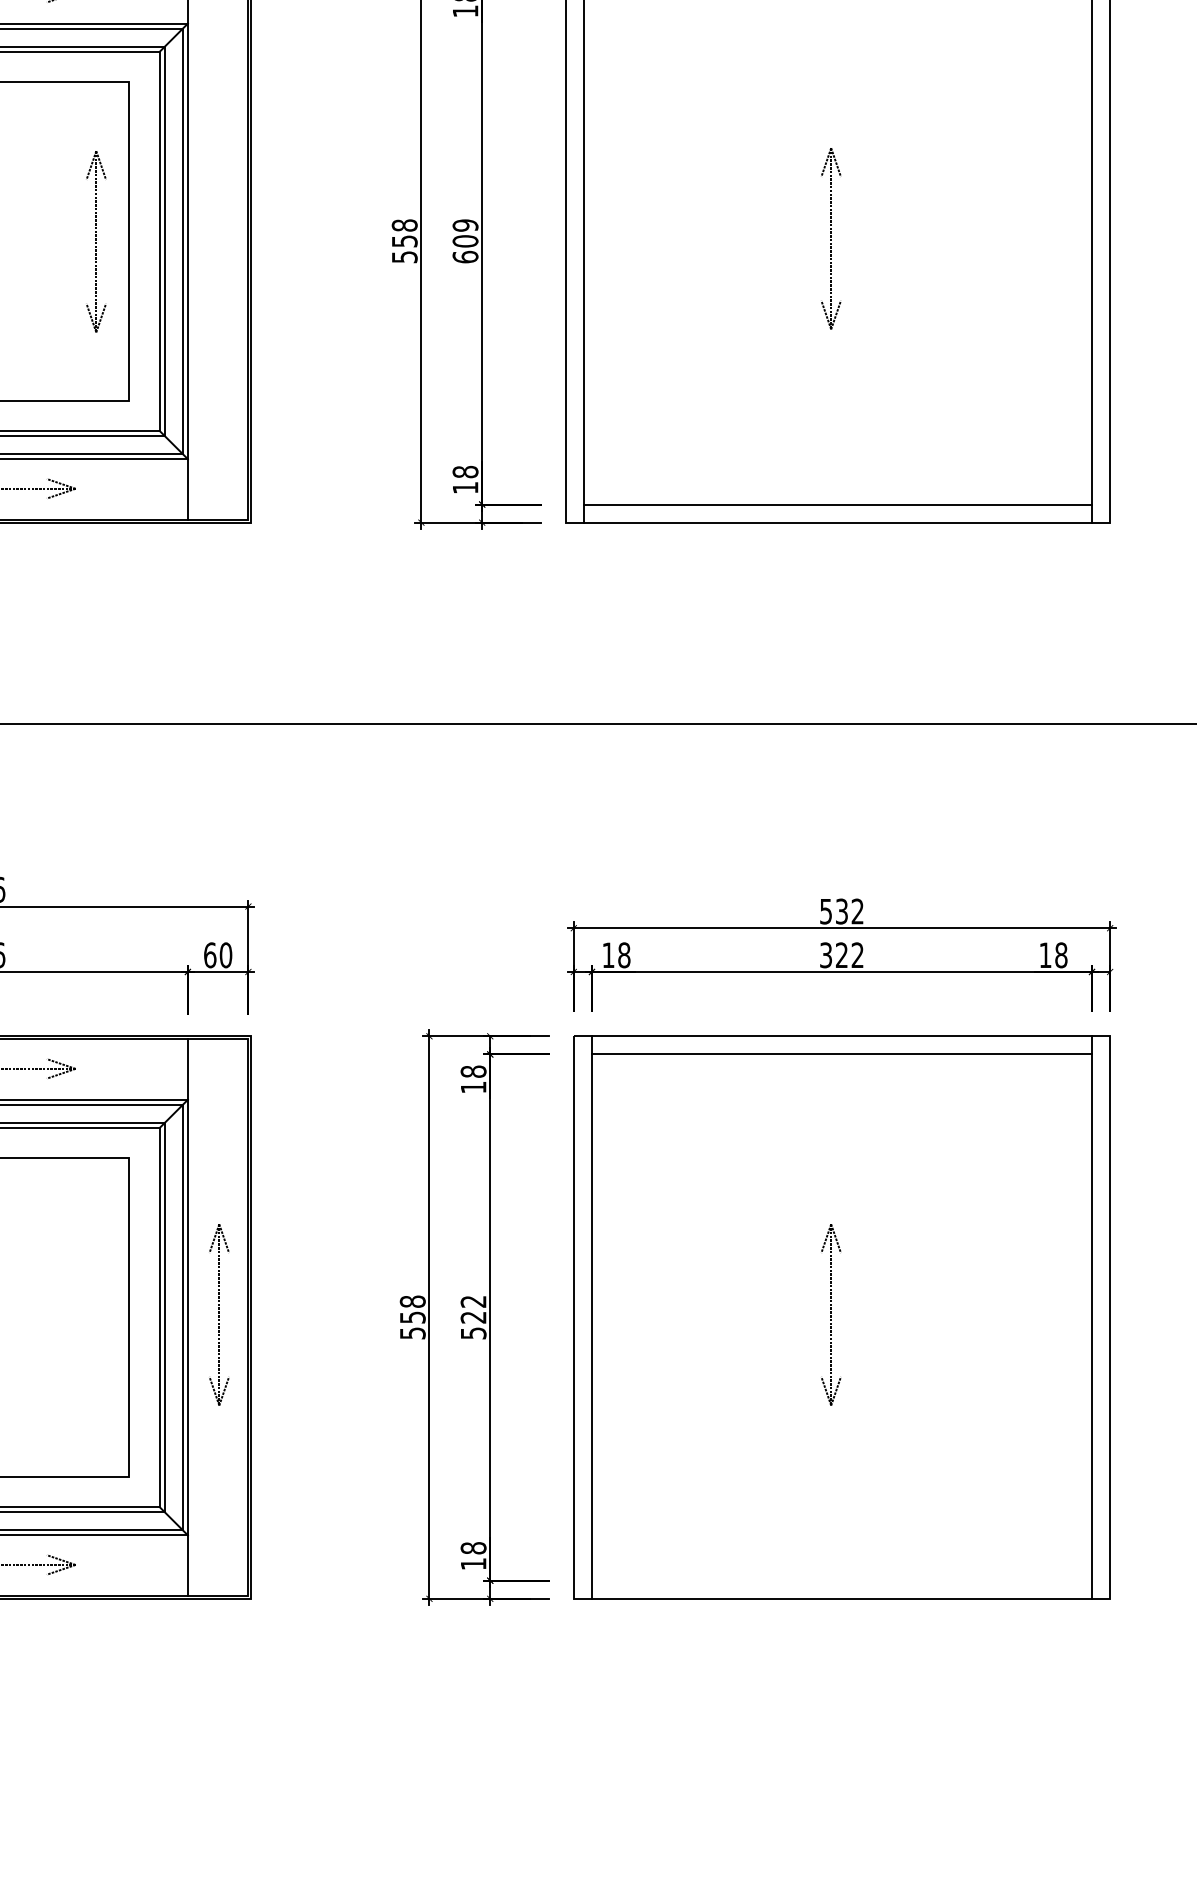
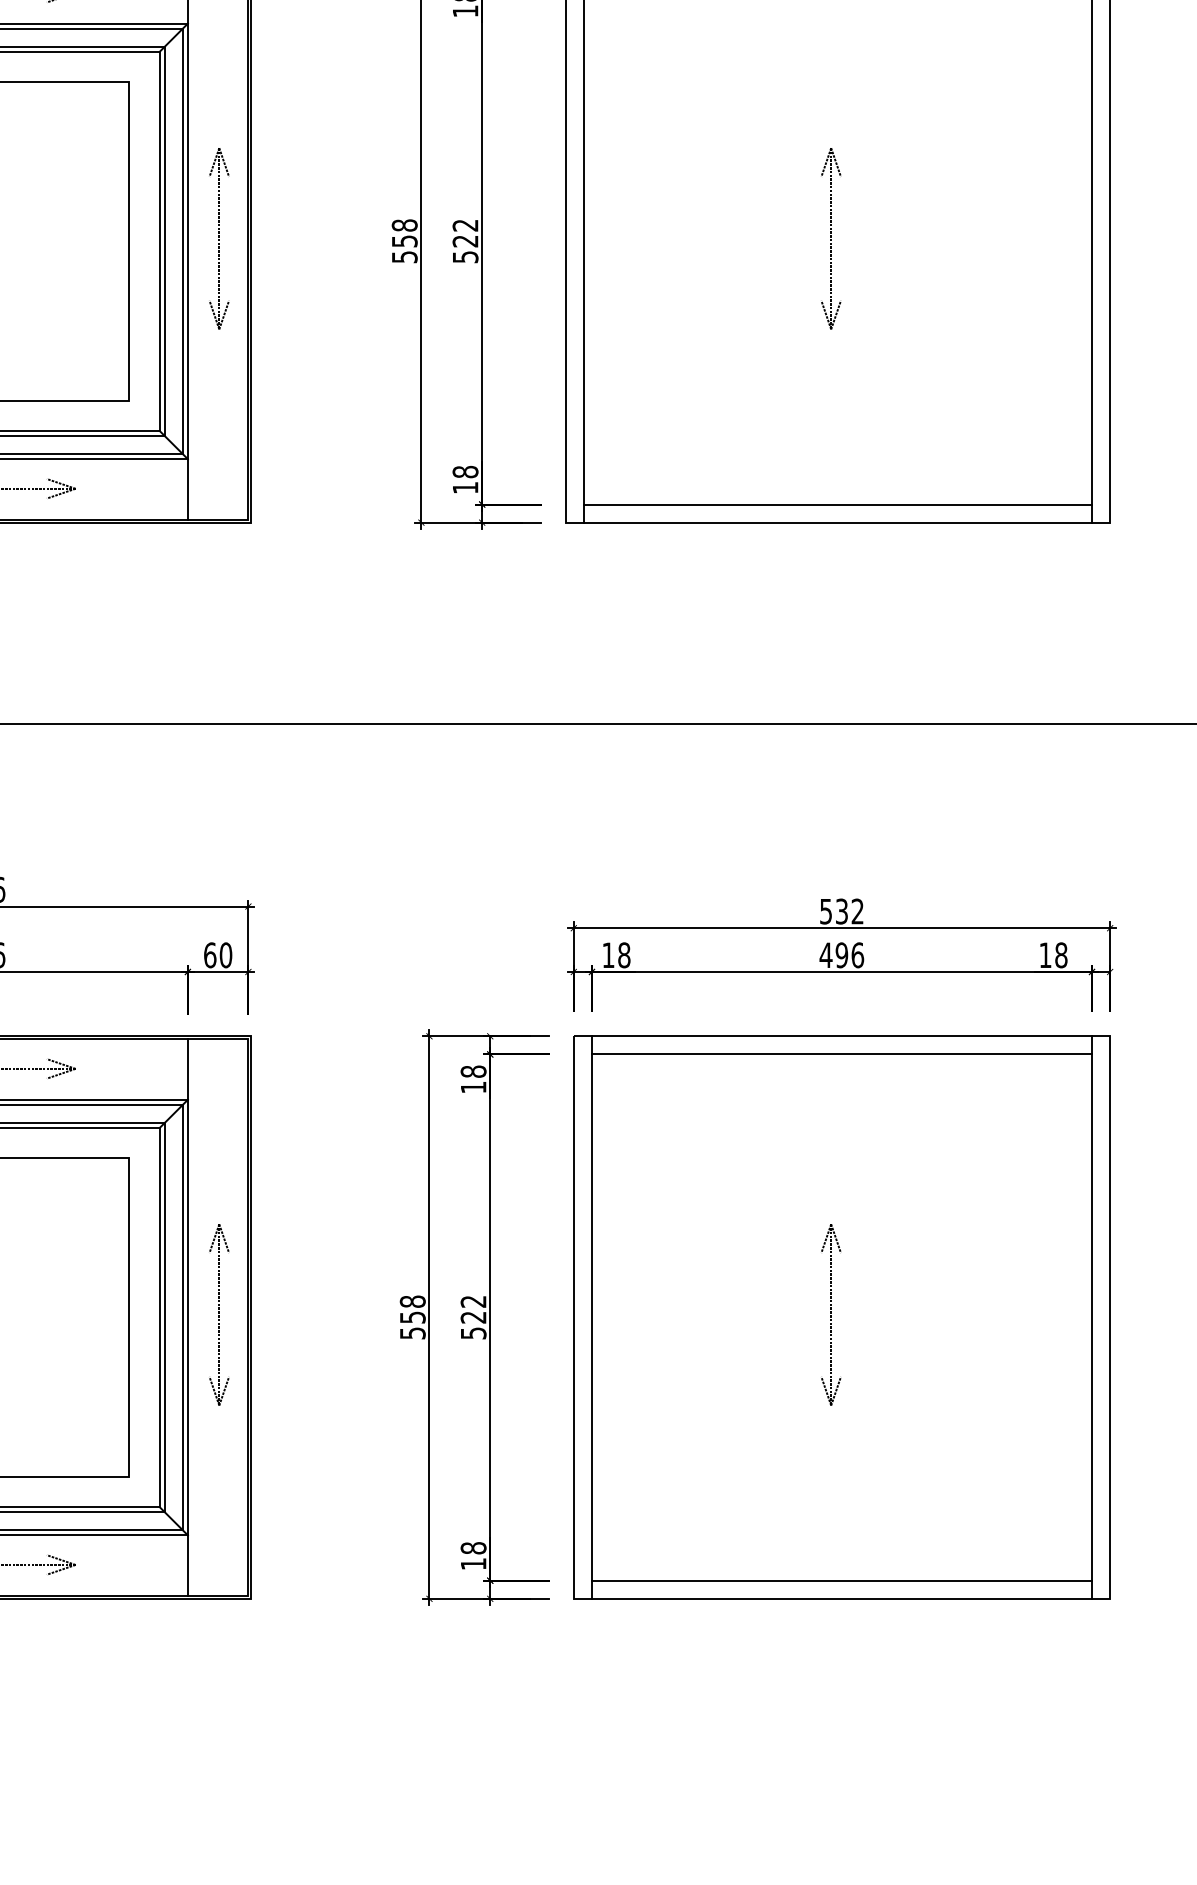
part at (96, 241) position: (96, 241) -> (219, 238)
text at (465, 241): 609 -> 522
text at (841, 955): 322 -> 496
line at (841, 1580): none -> present
